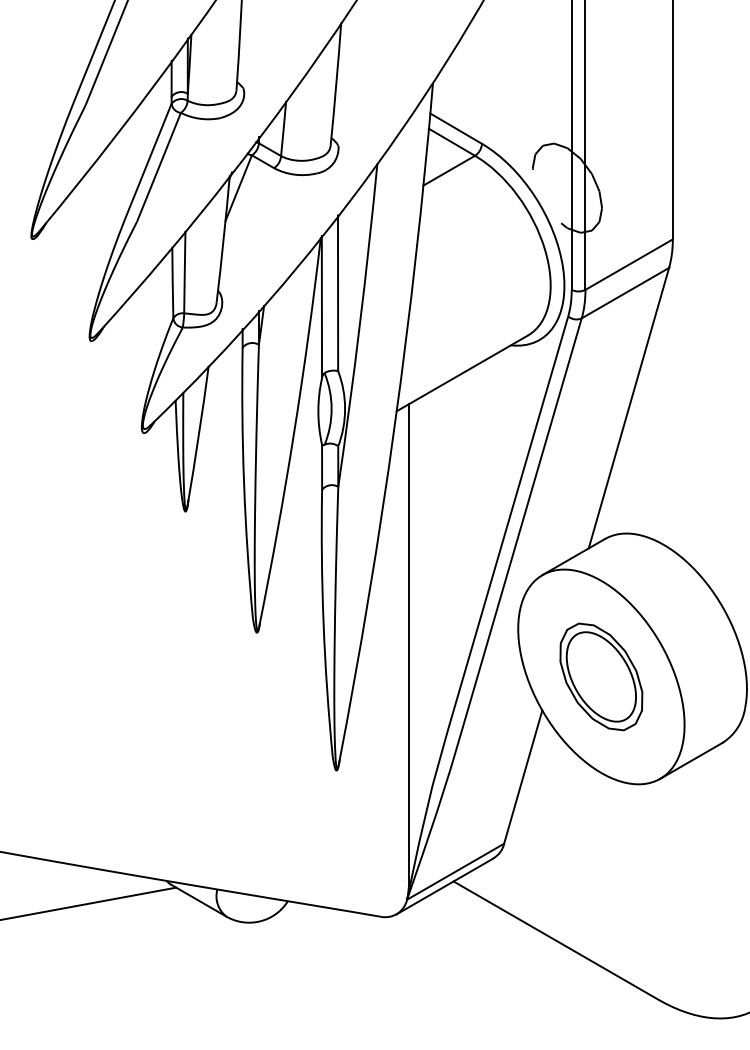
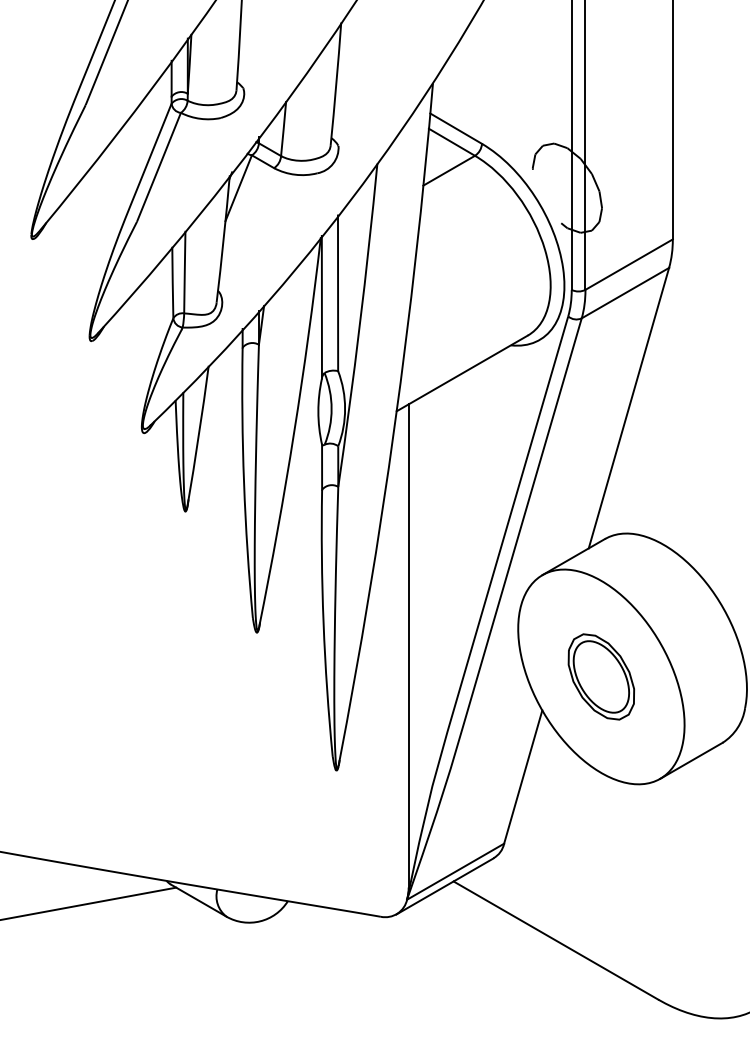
part at (601, 676) size: 85x110 px -> 69x88 px
